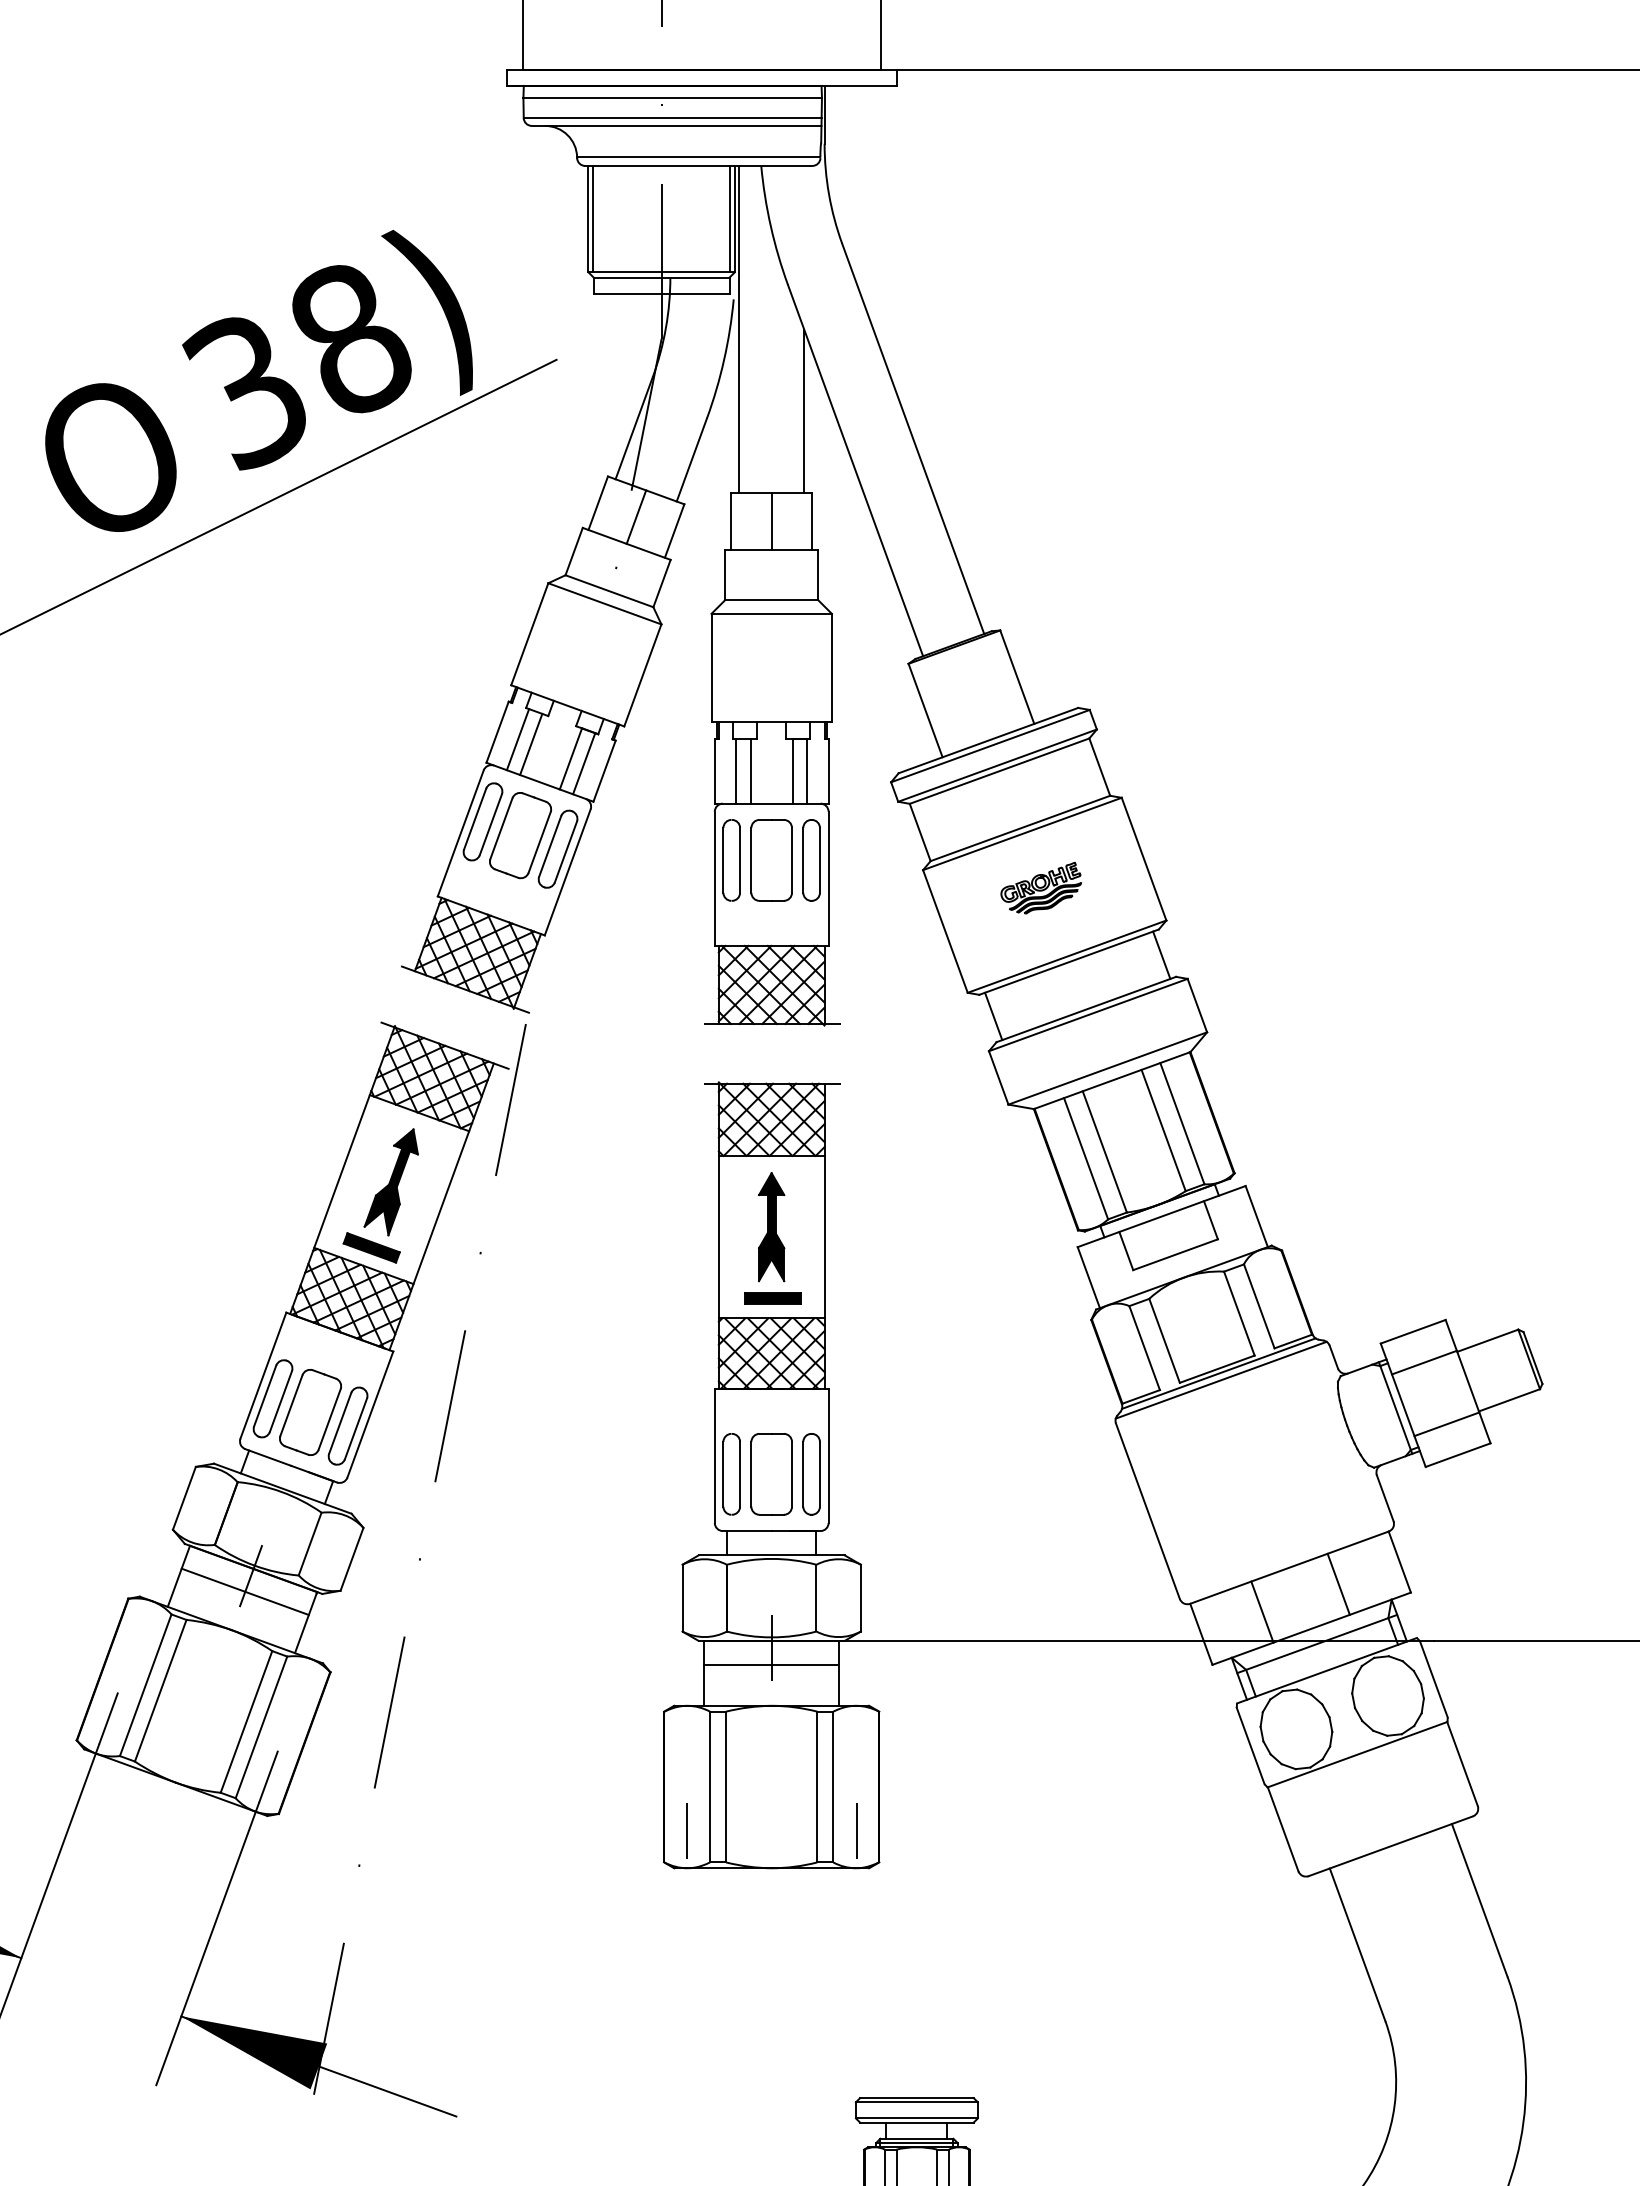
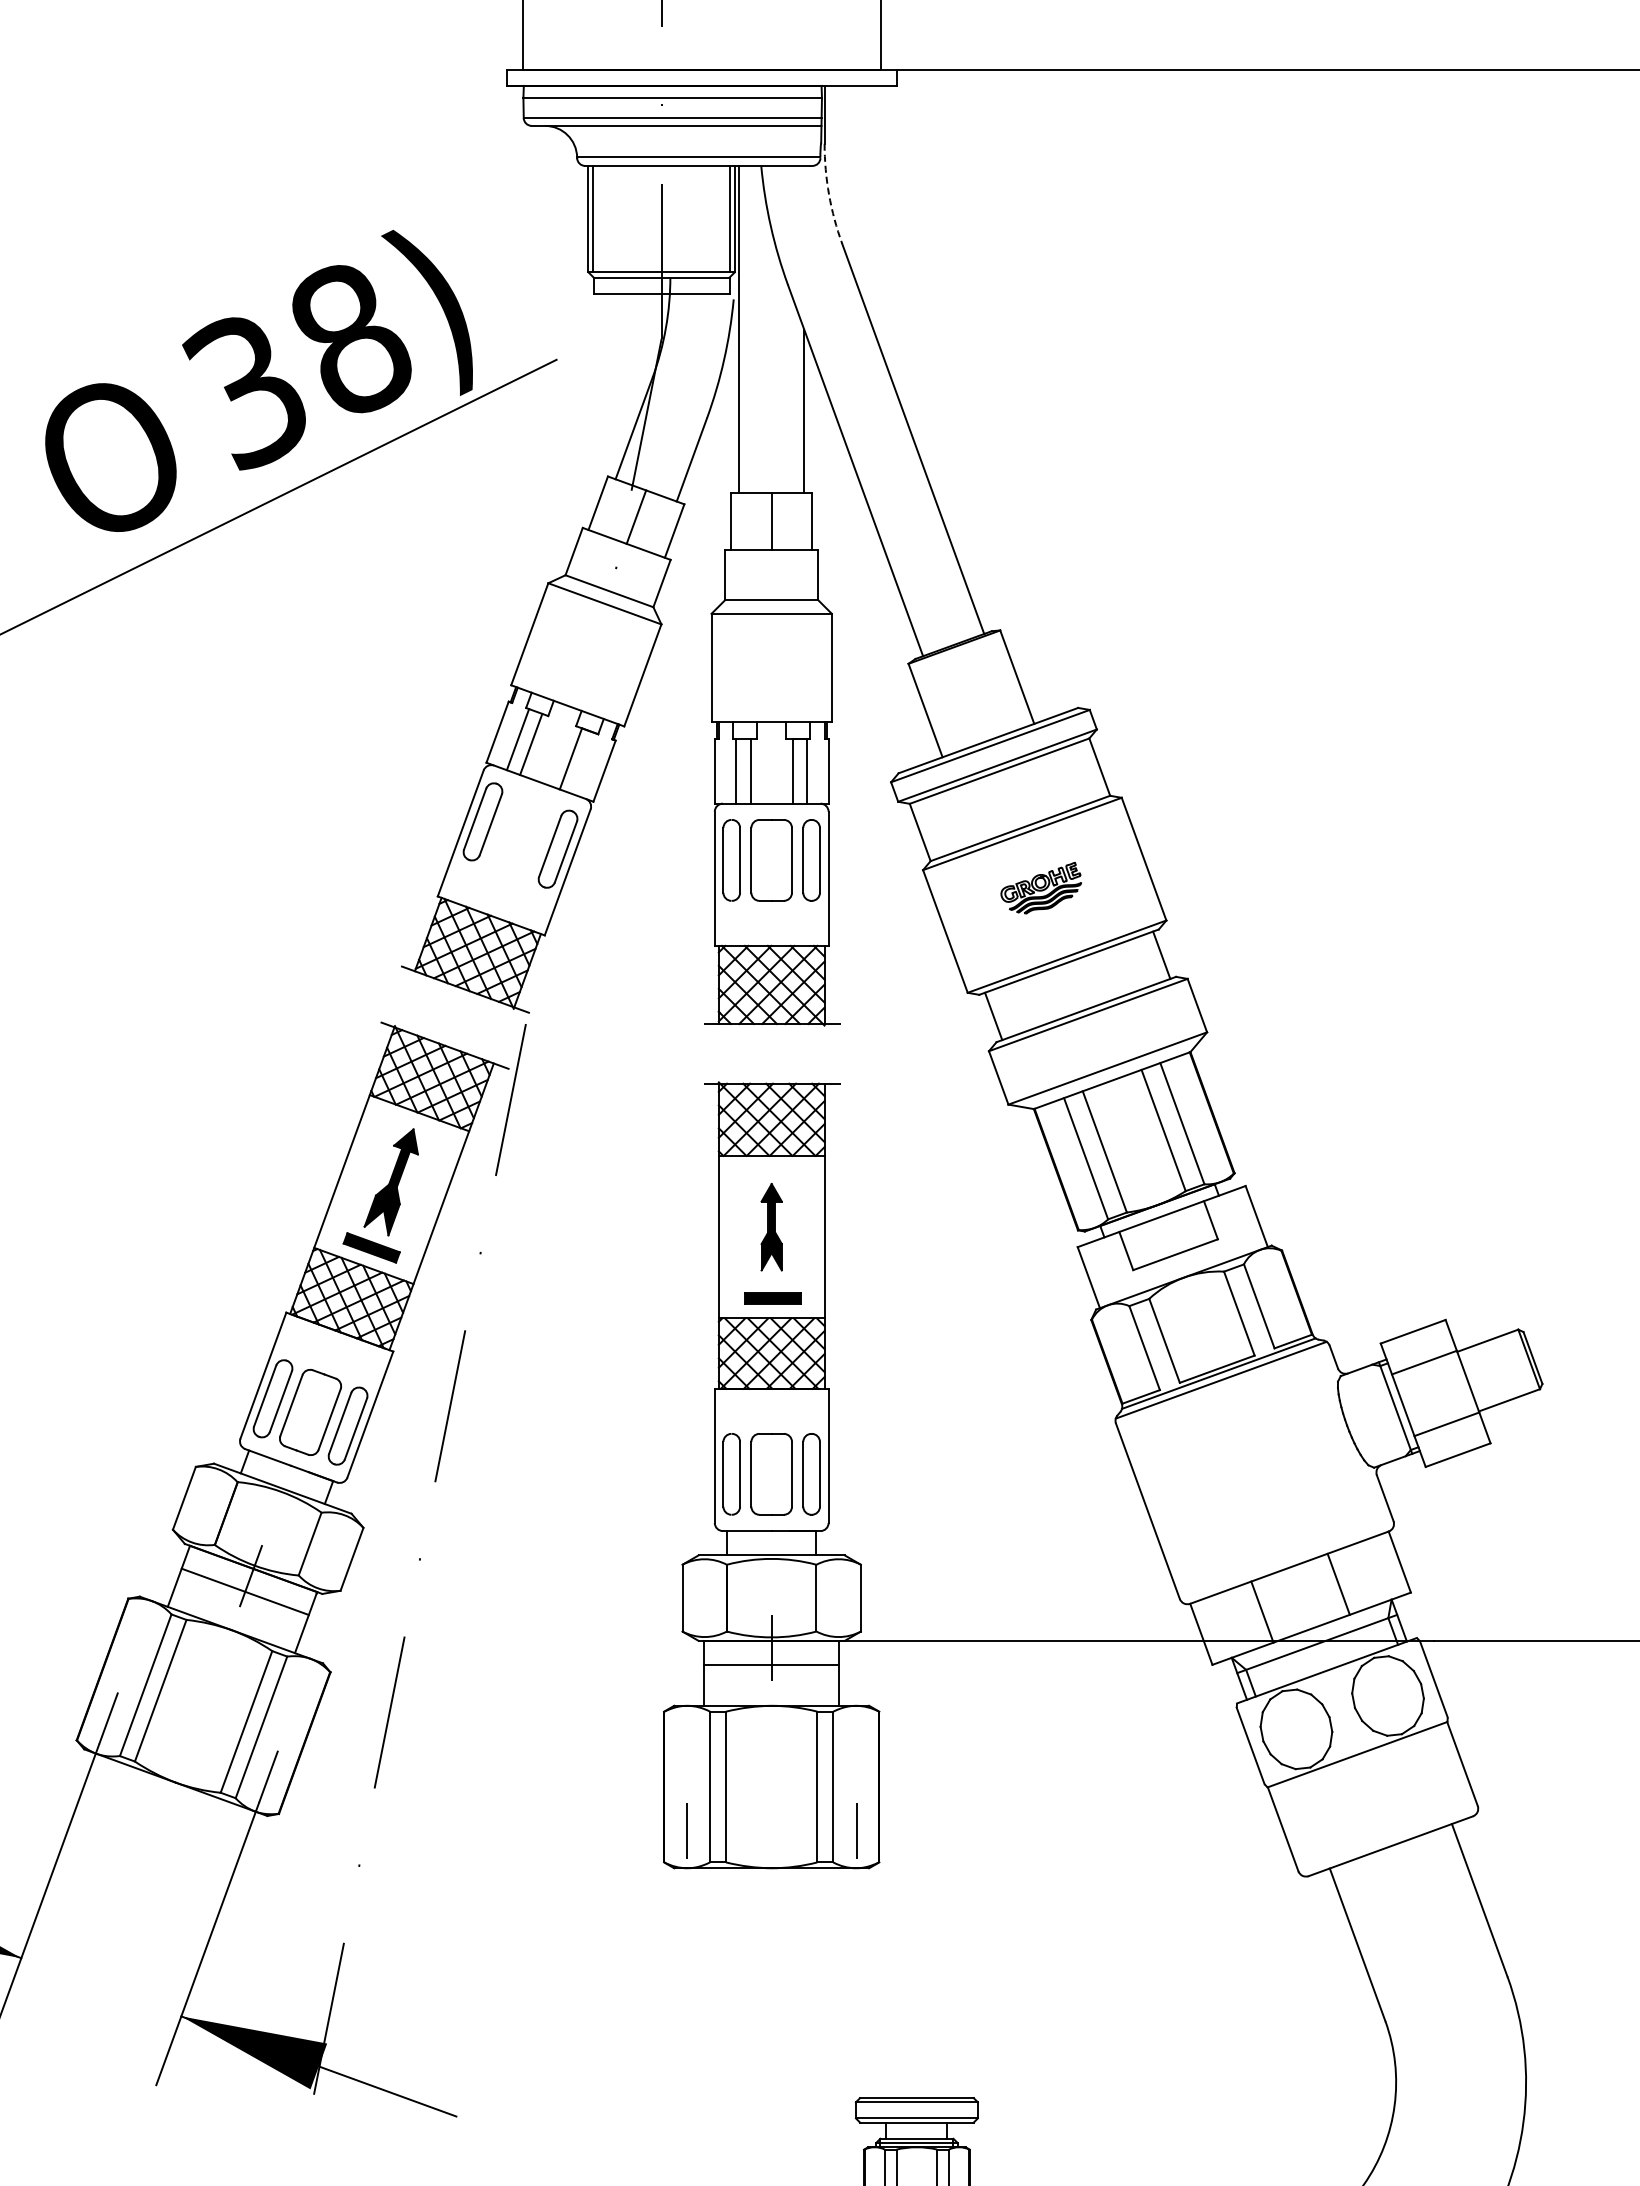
arc at (829, 194): solid -> dashed
line at (584, 763): present -> none
part at (520, 835): present -> none
part at (771, 1227) size: 28x111 px -> 23x89 px
